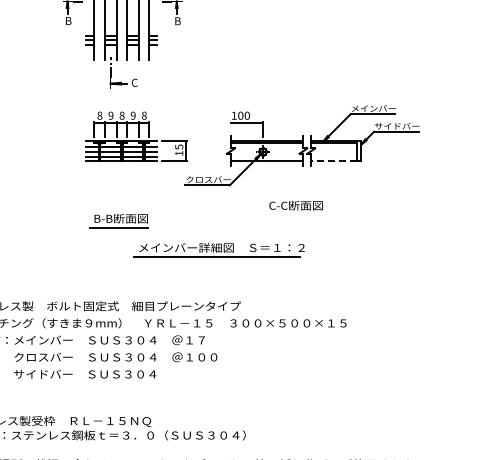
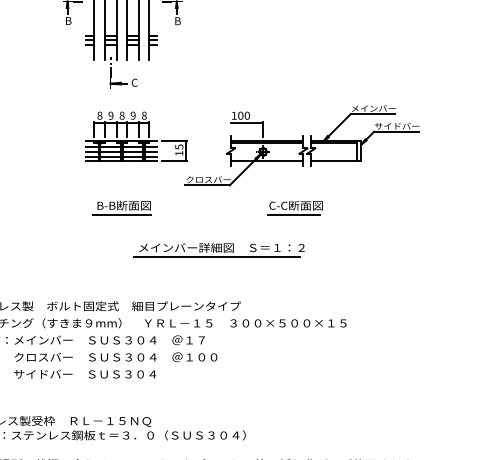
line at (333, 160): dashed -> solid
line at (293, 215): none -> present
part at (118, 220) position: (118, 220) -> (121, 207)
